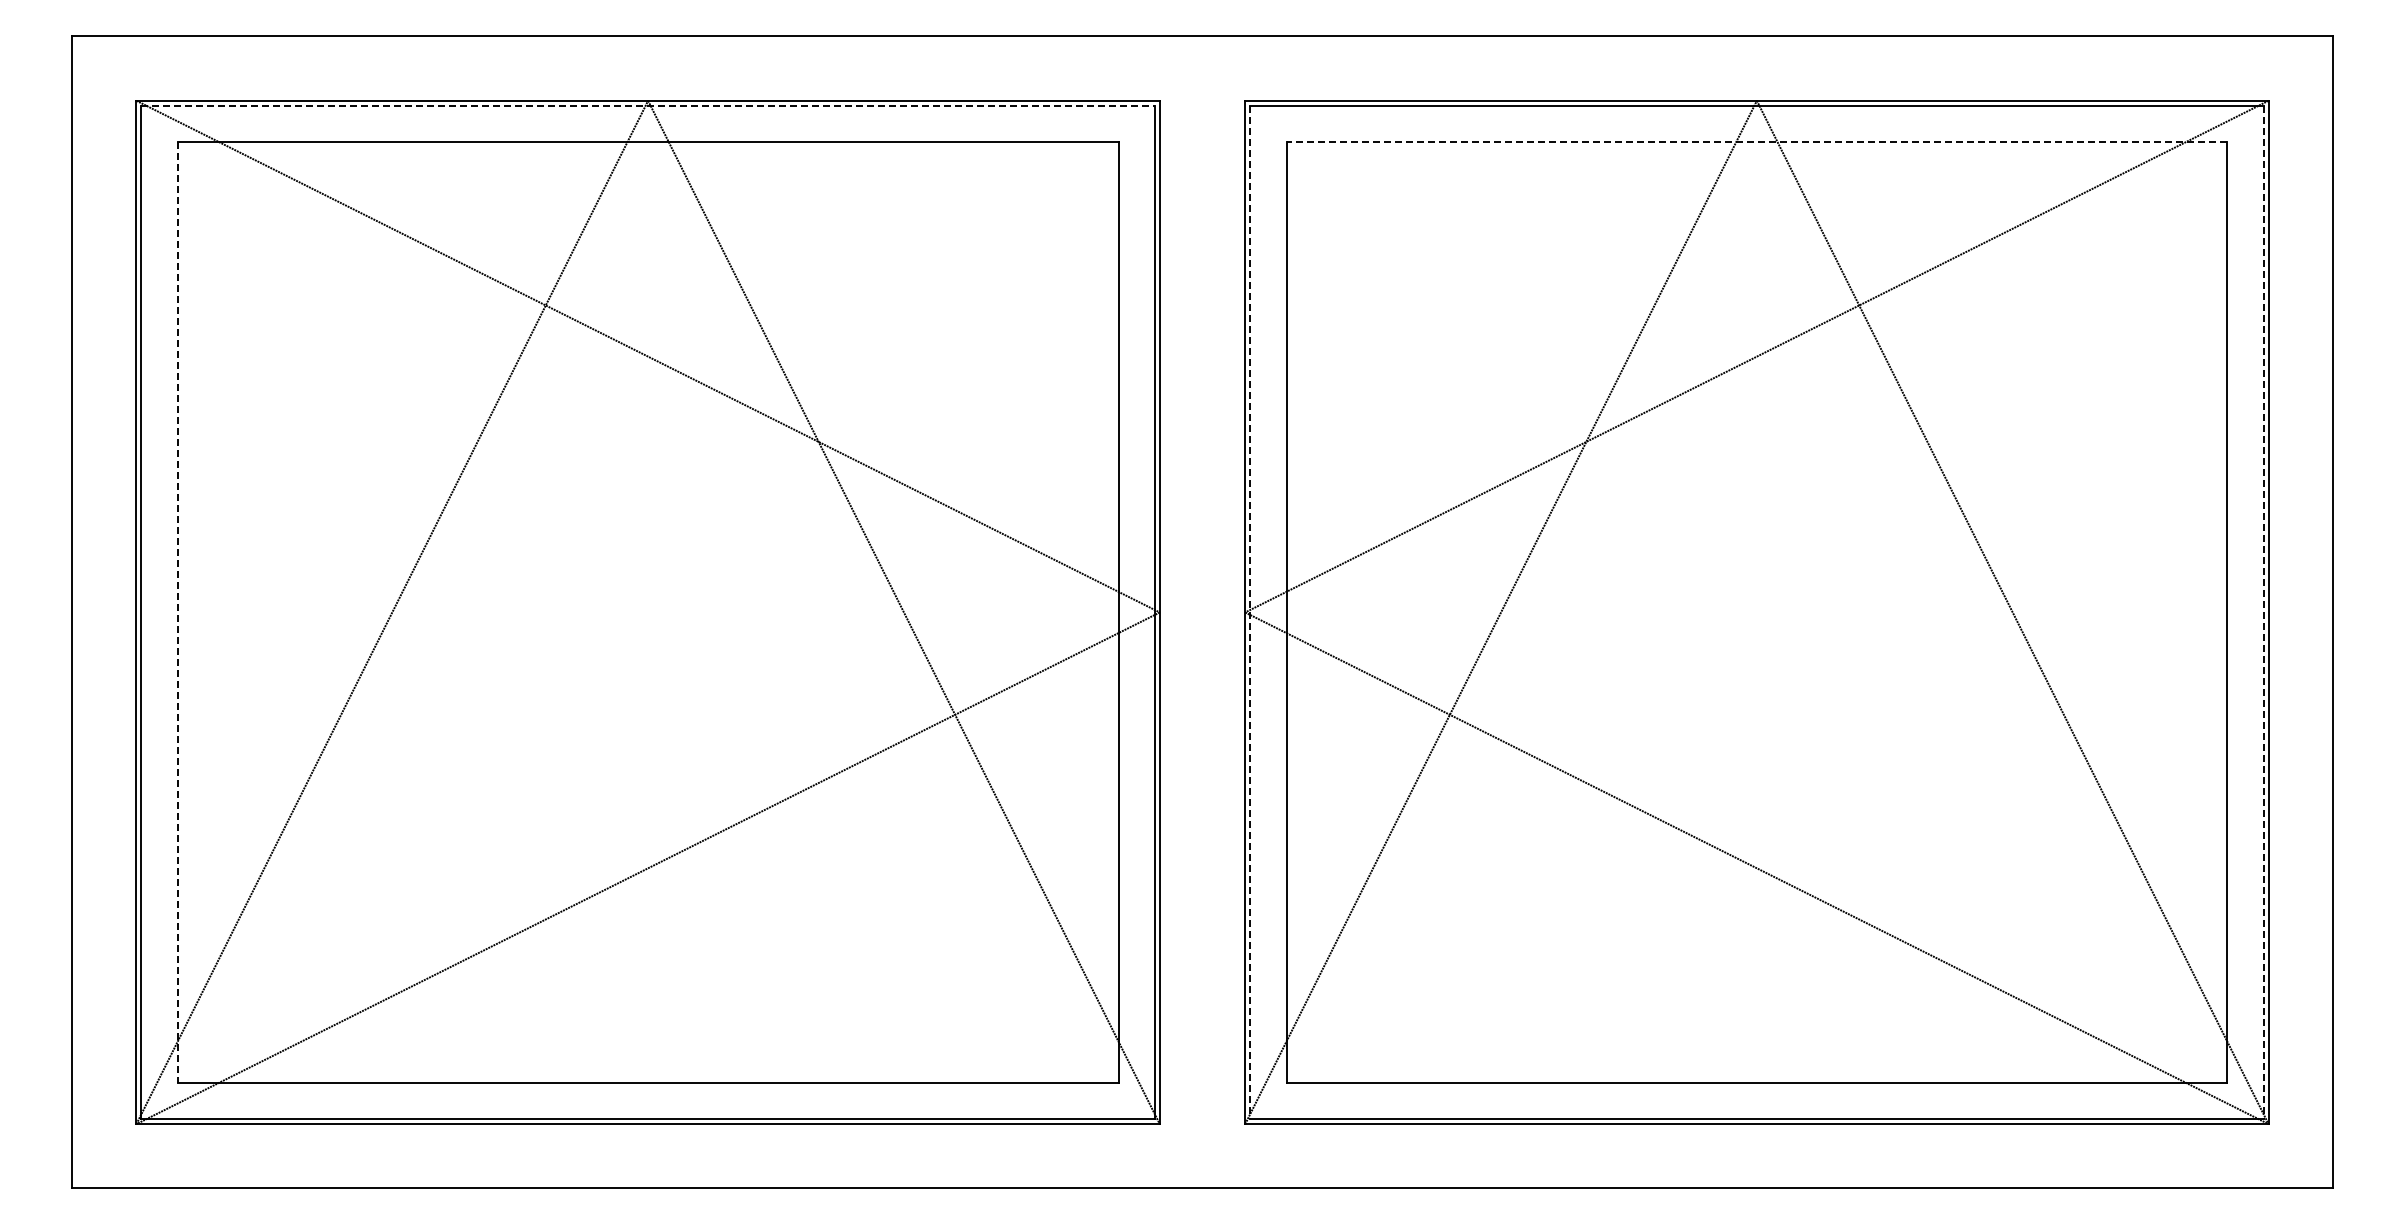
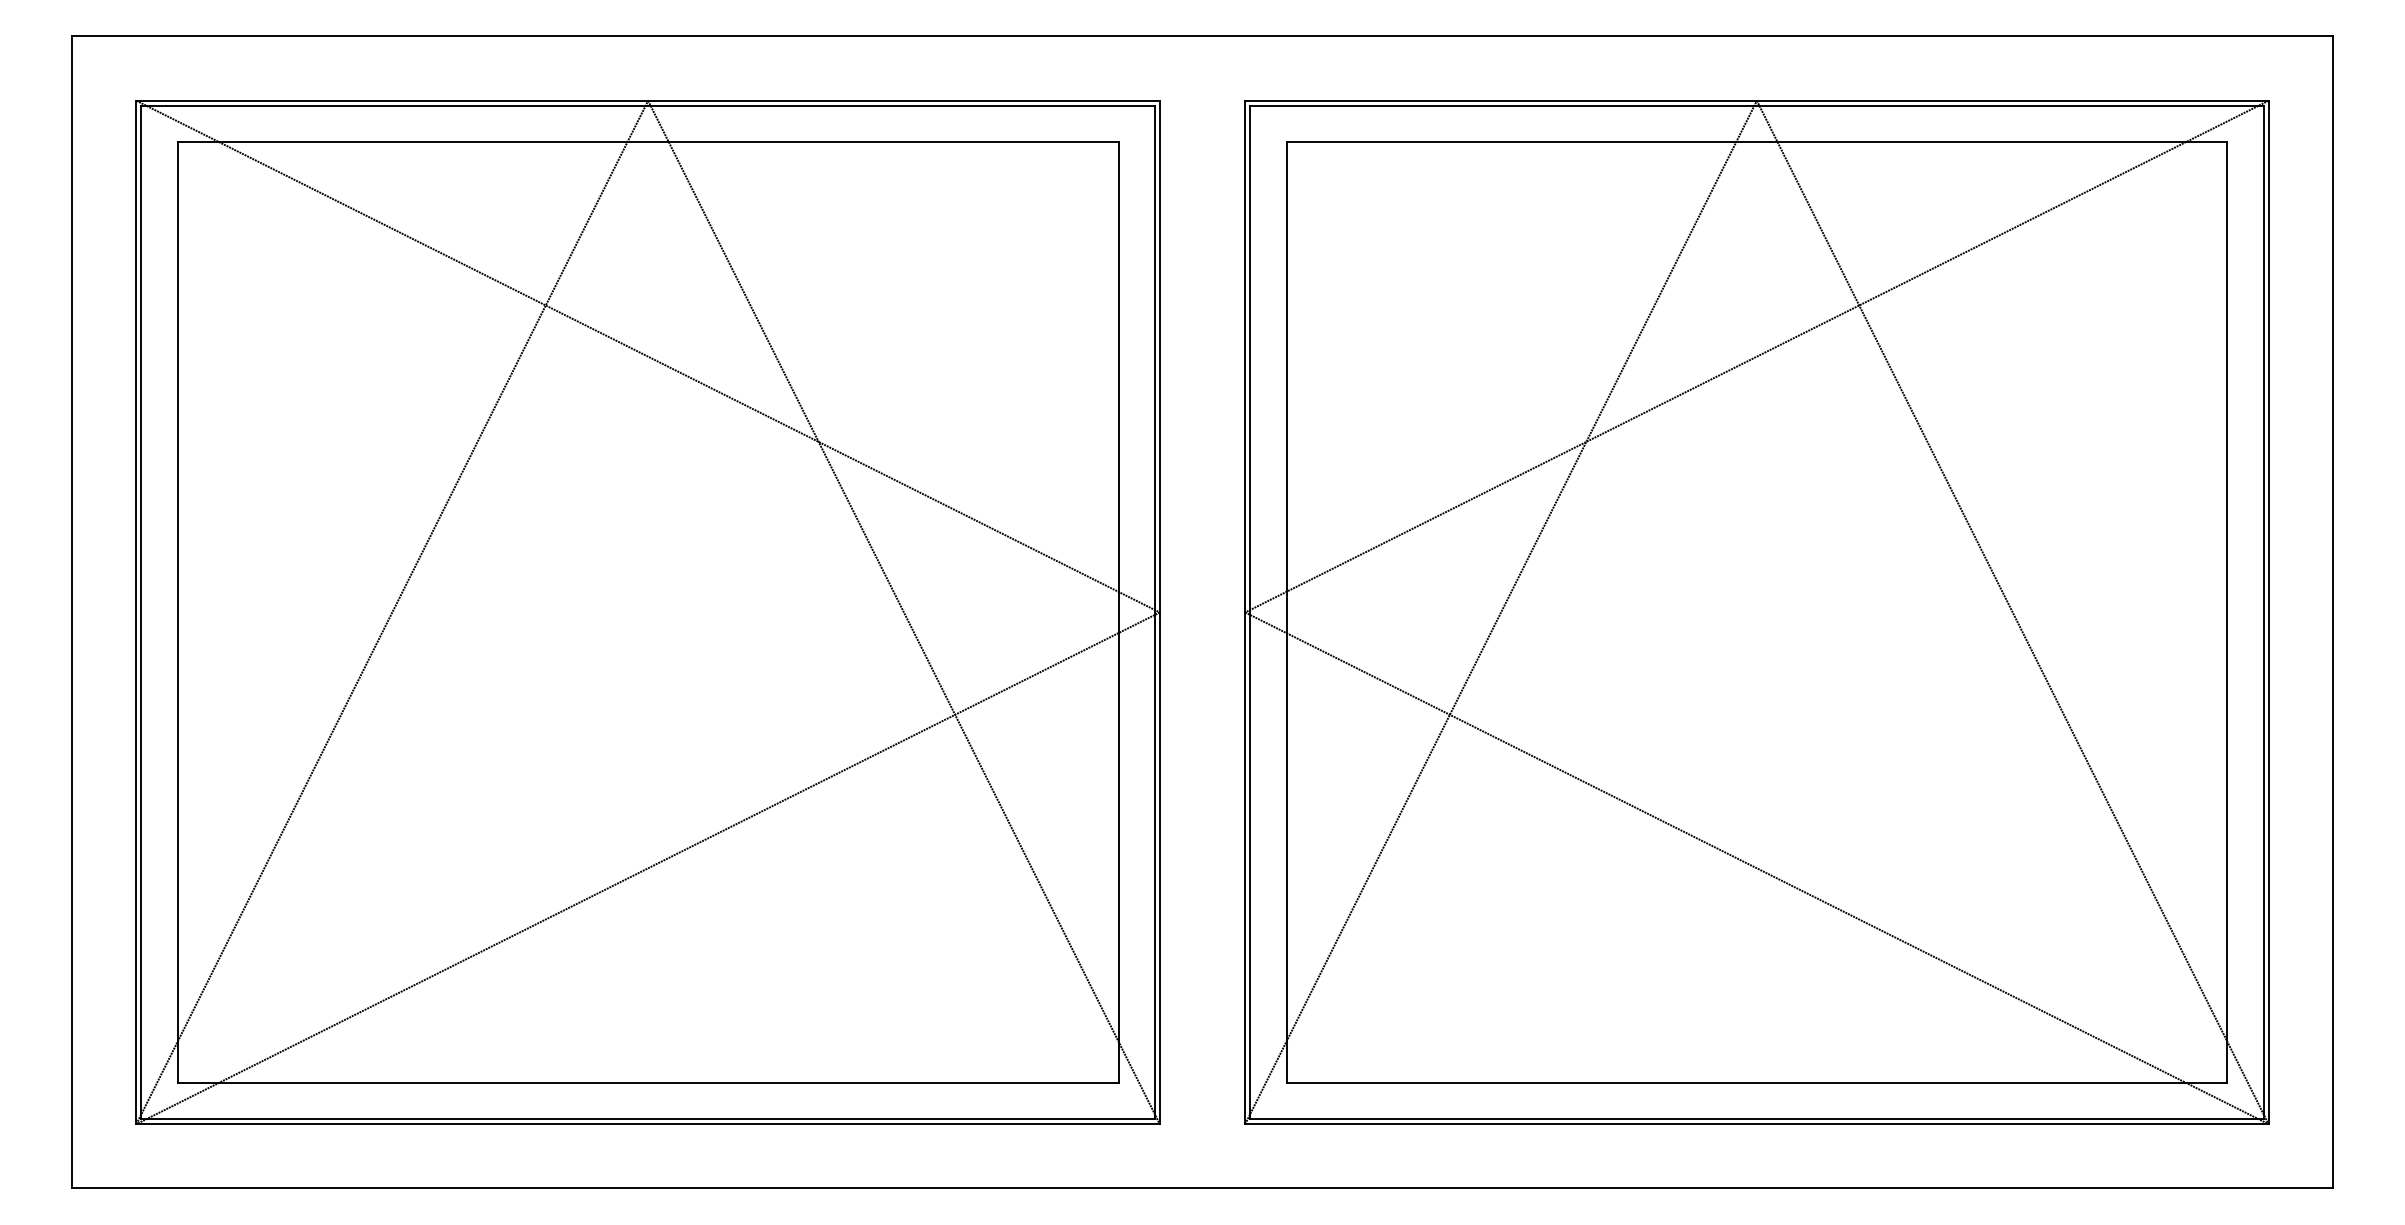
line at (648, 105): dashed -> solid
line at (1756, 142): dashed -> solid
line at (177, 612): dashed -> solid
line at (1250, 612): dashed -> solid
line at (2263, 612): dashed -> solid
